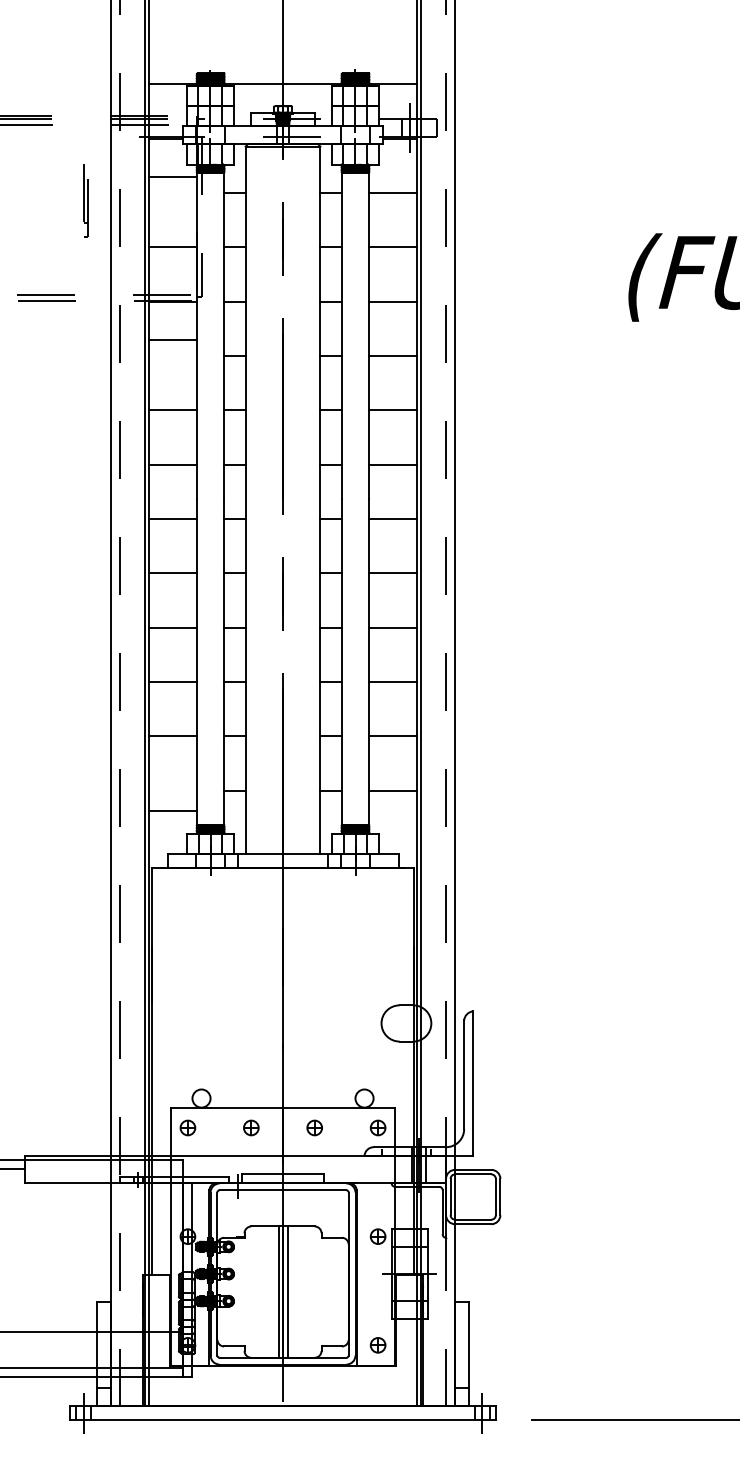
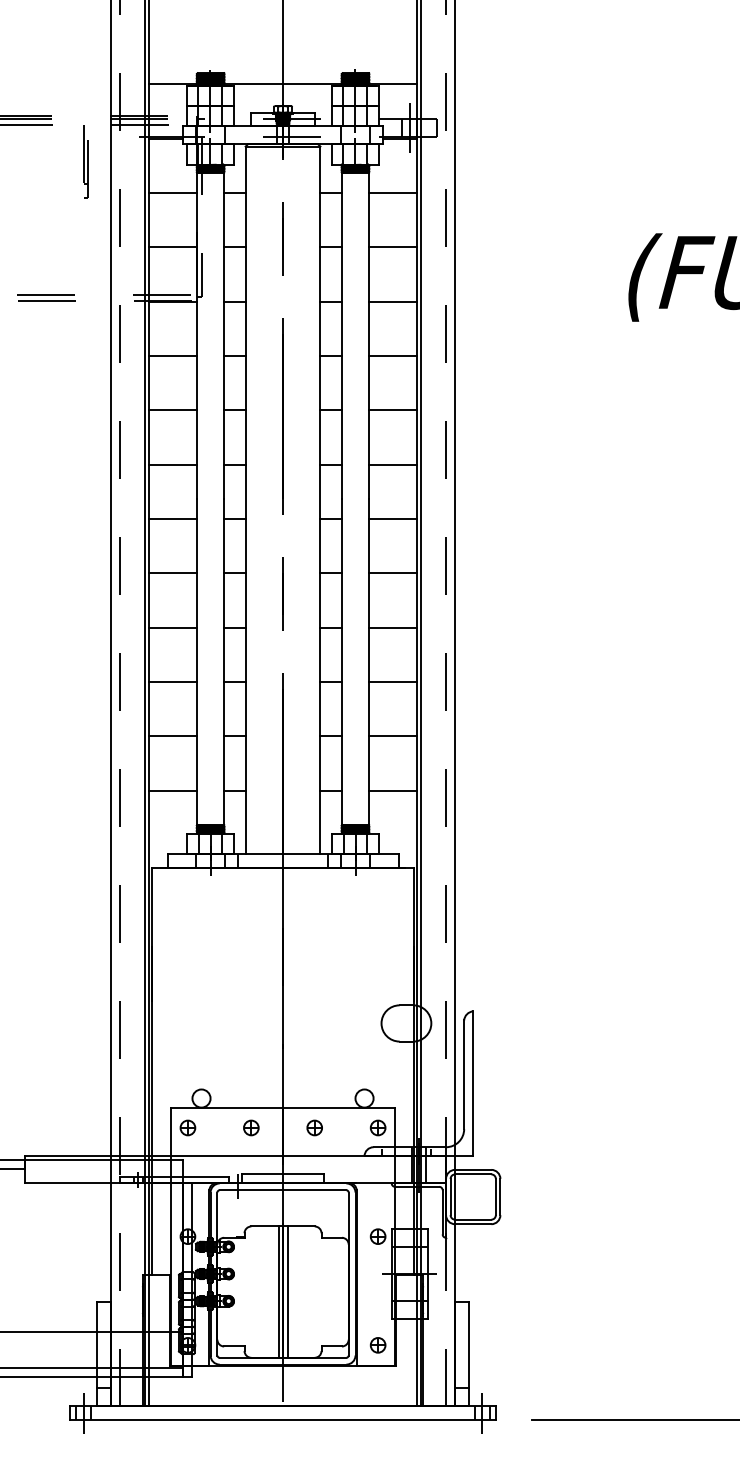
line at (173, 176) position: (173, 176) -> (173, 192)
part at (85, 200) position: (85, 200) -> (85, 161)
line at (173, 339) position: (173, 339) -> (173, 355)
line at (173, 810) position: (173, 810) -> (173, 790)
